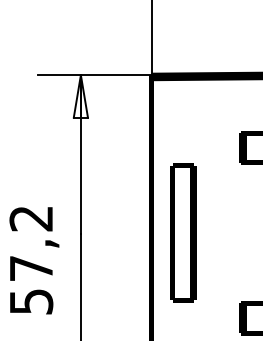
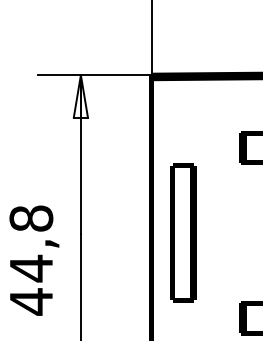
text at (31, 260): 57,2 -> 44,8
